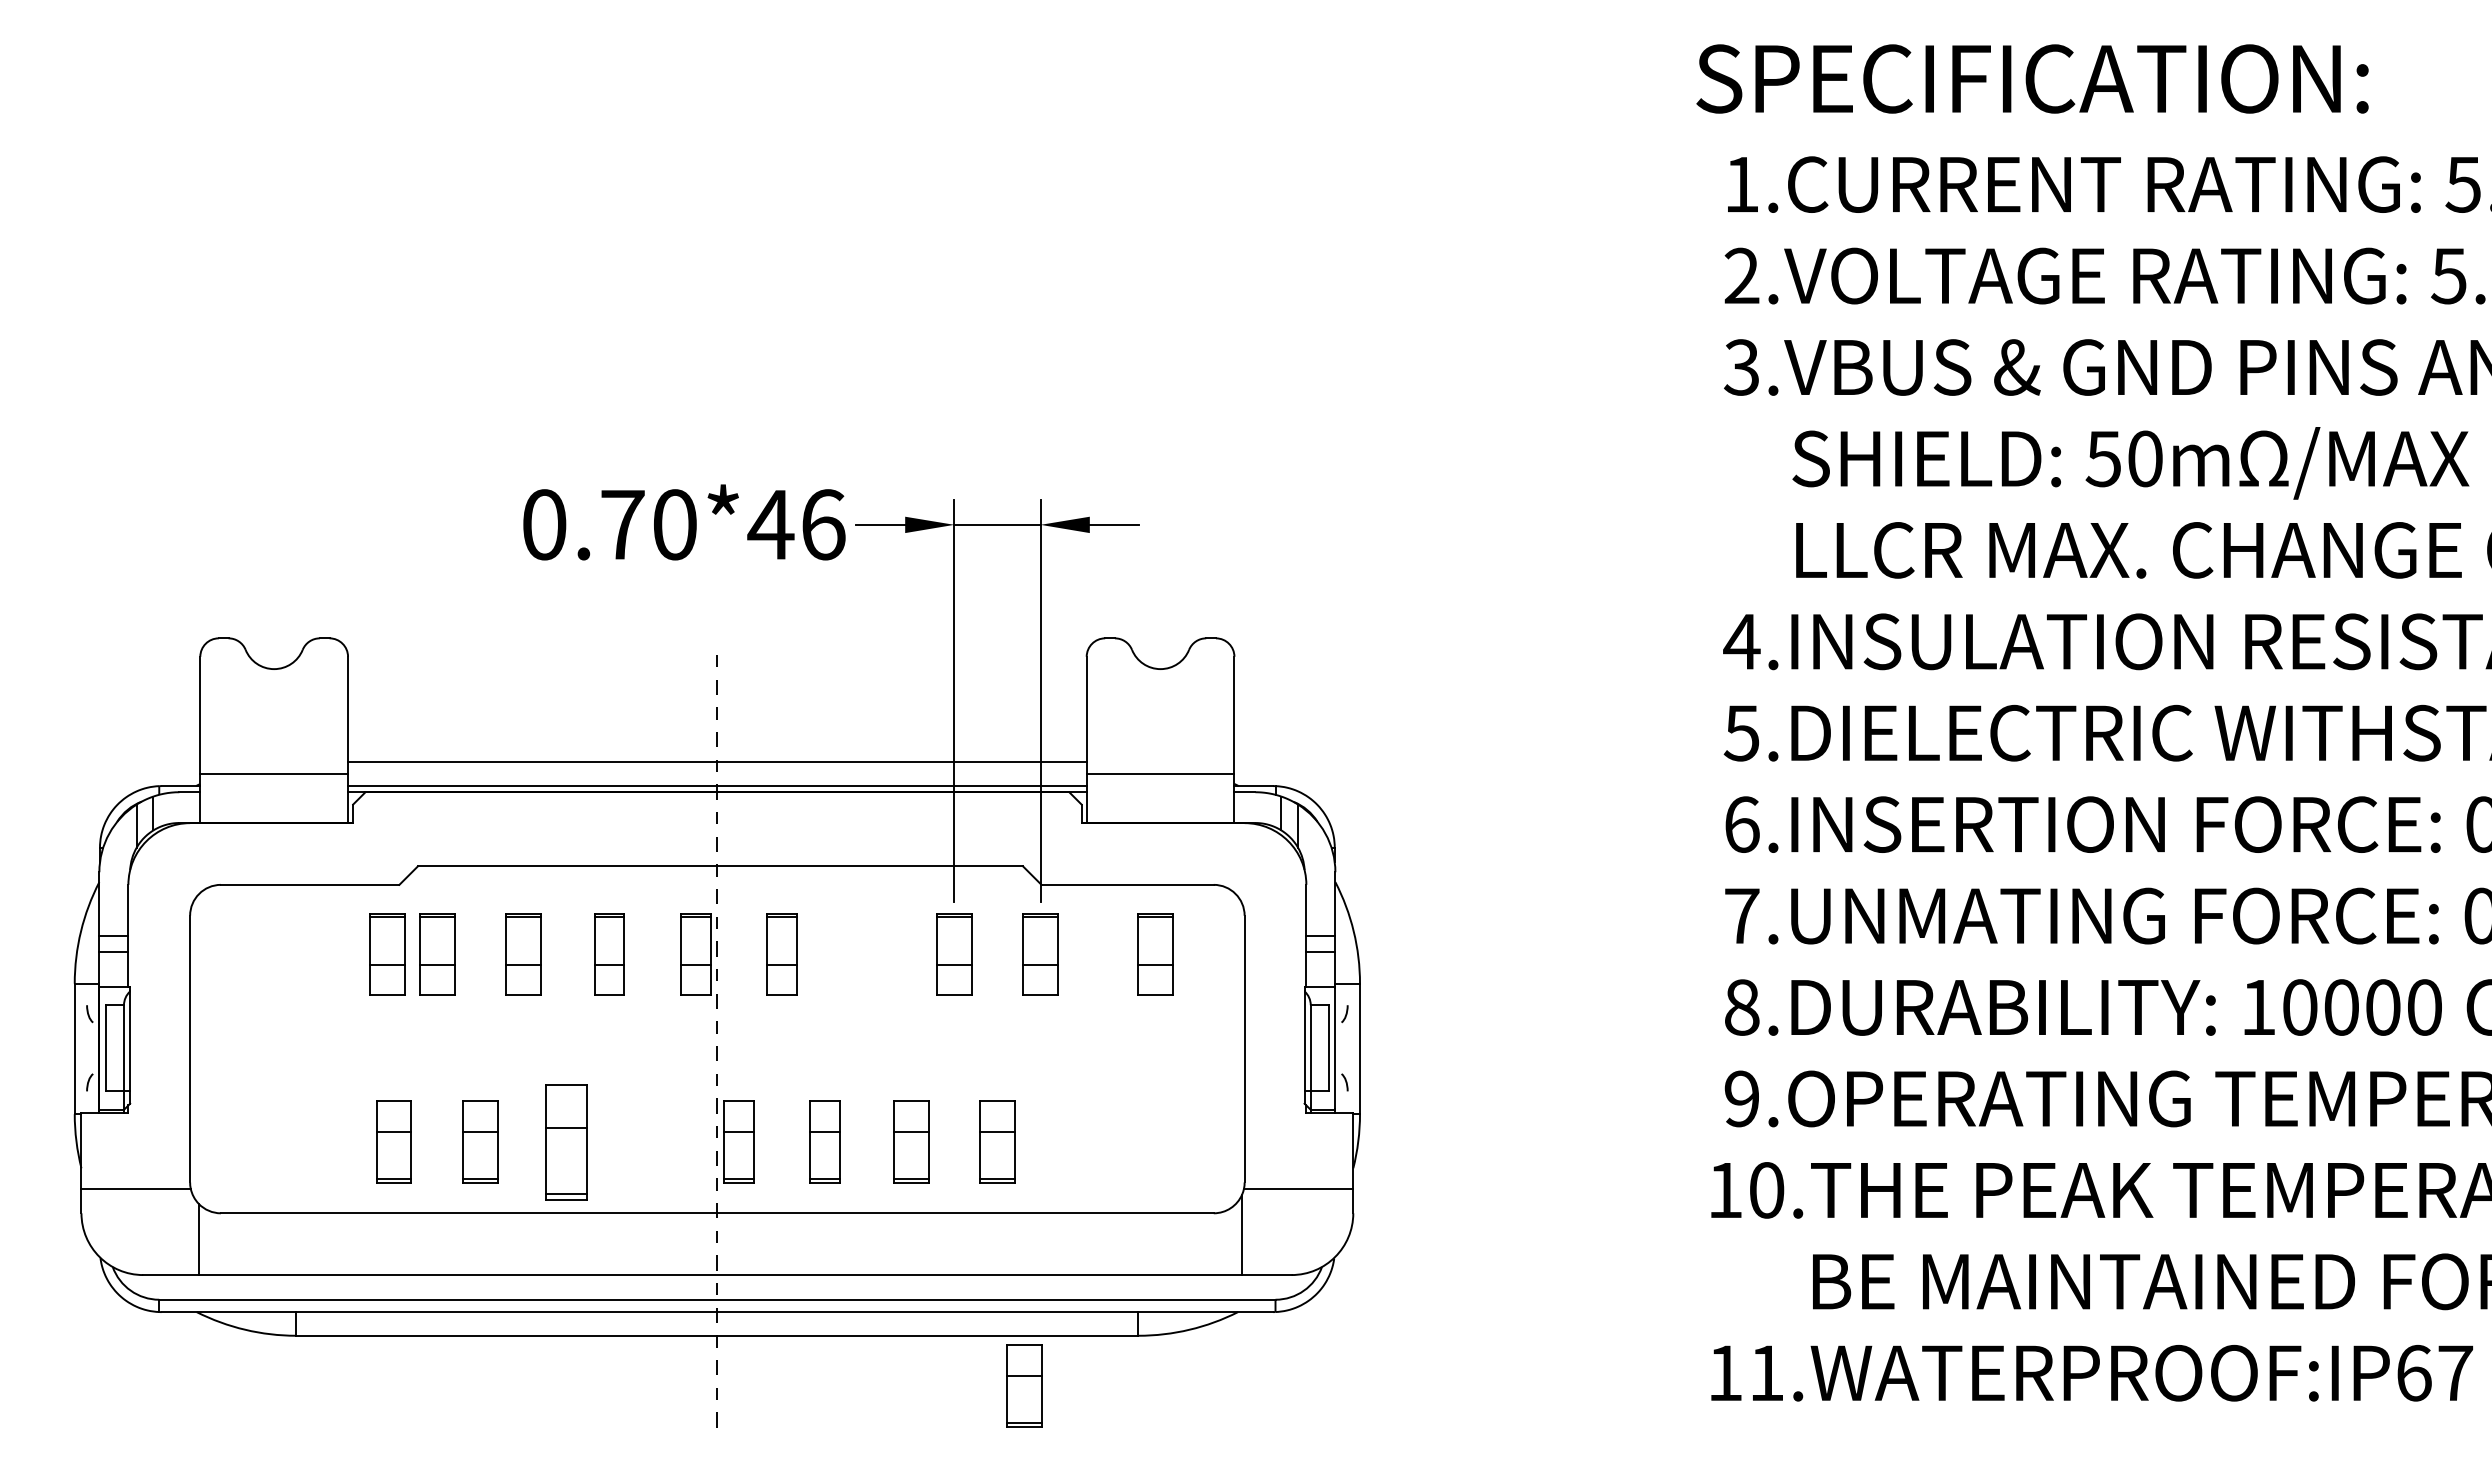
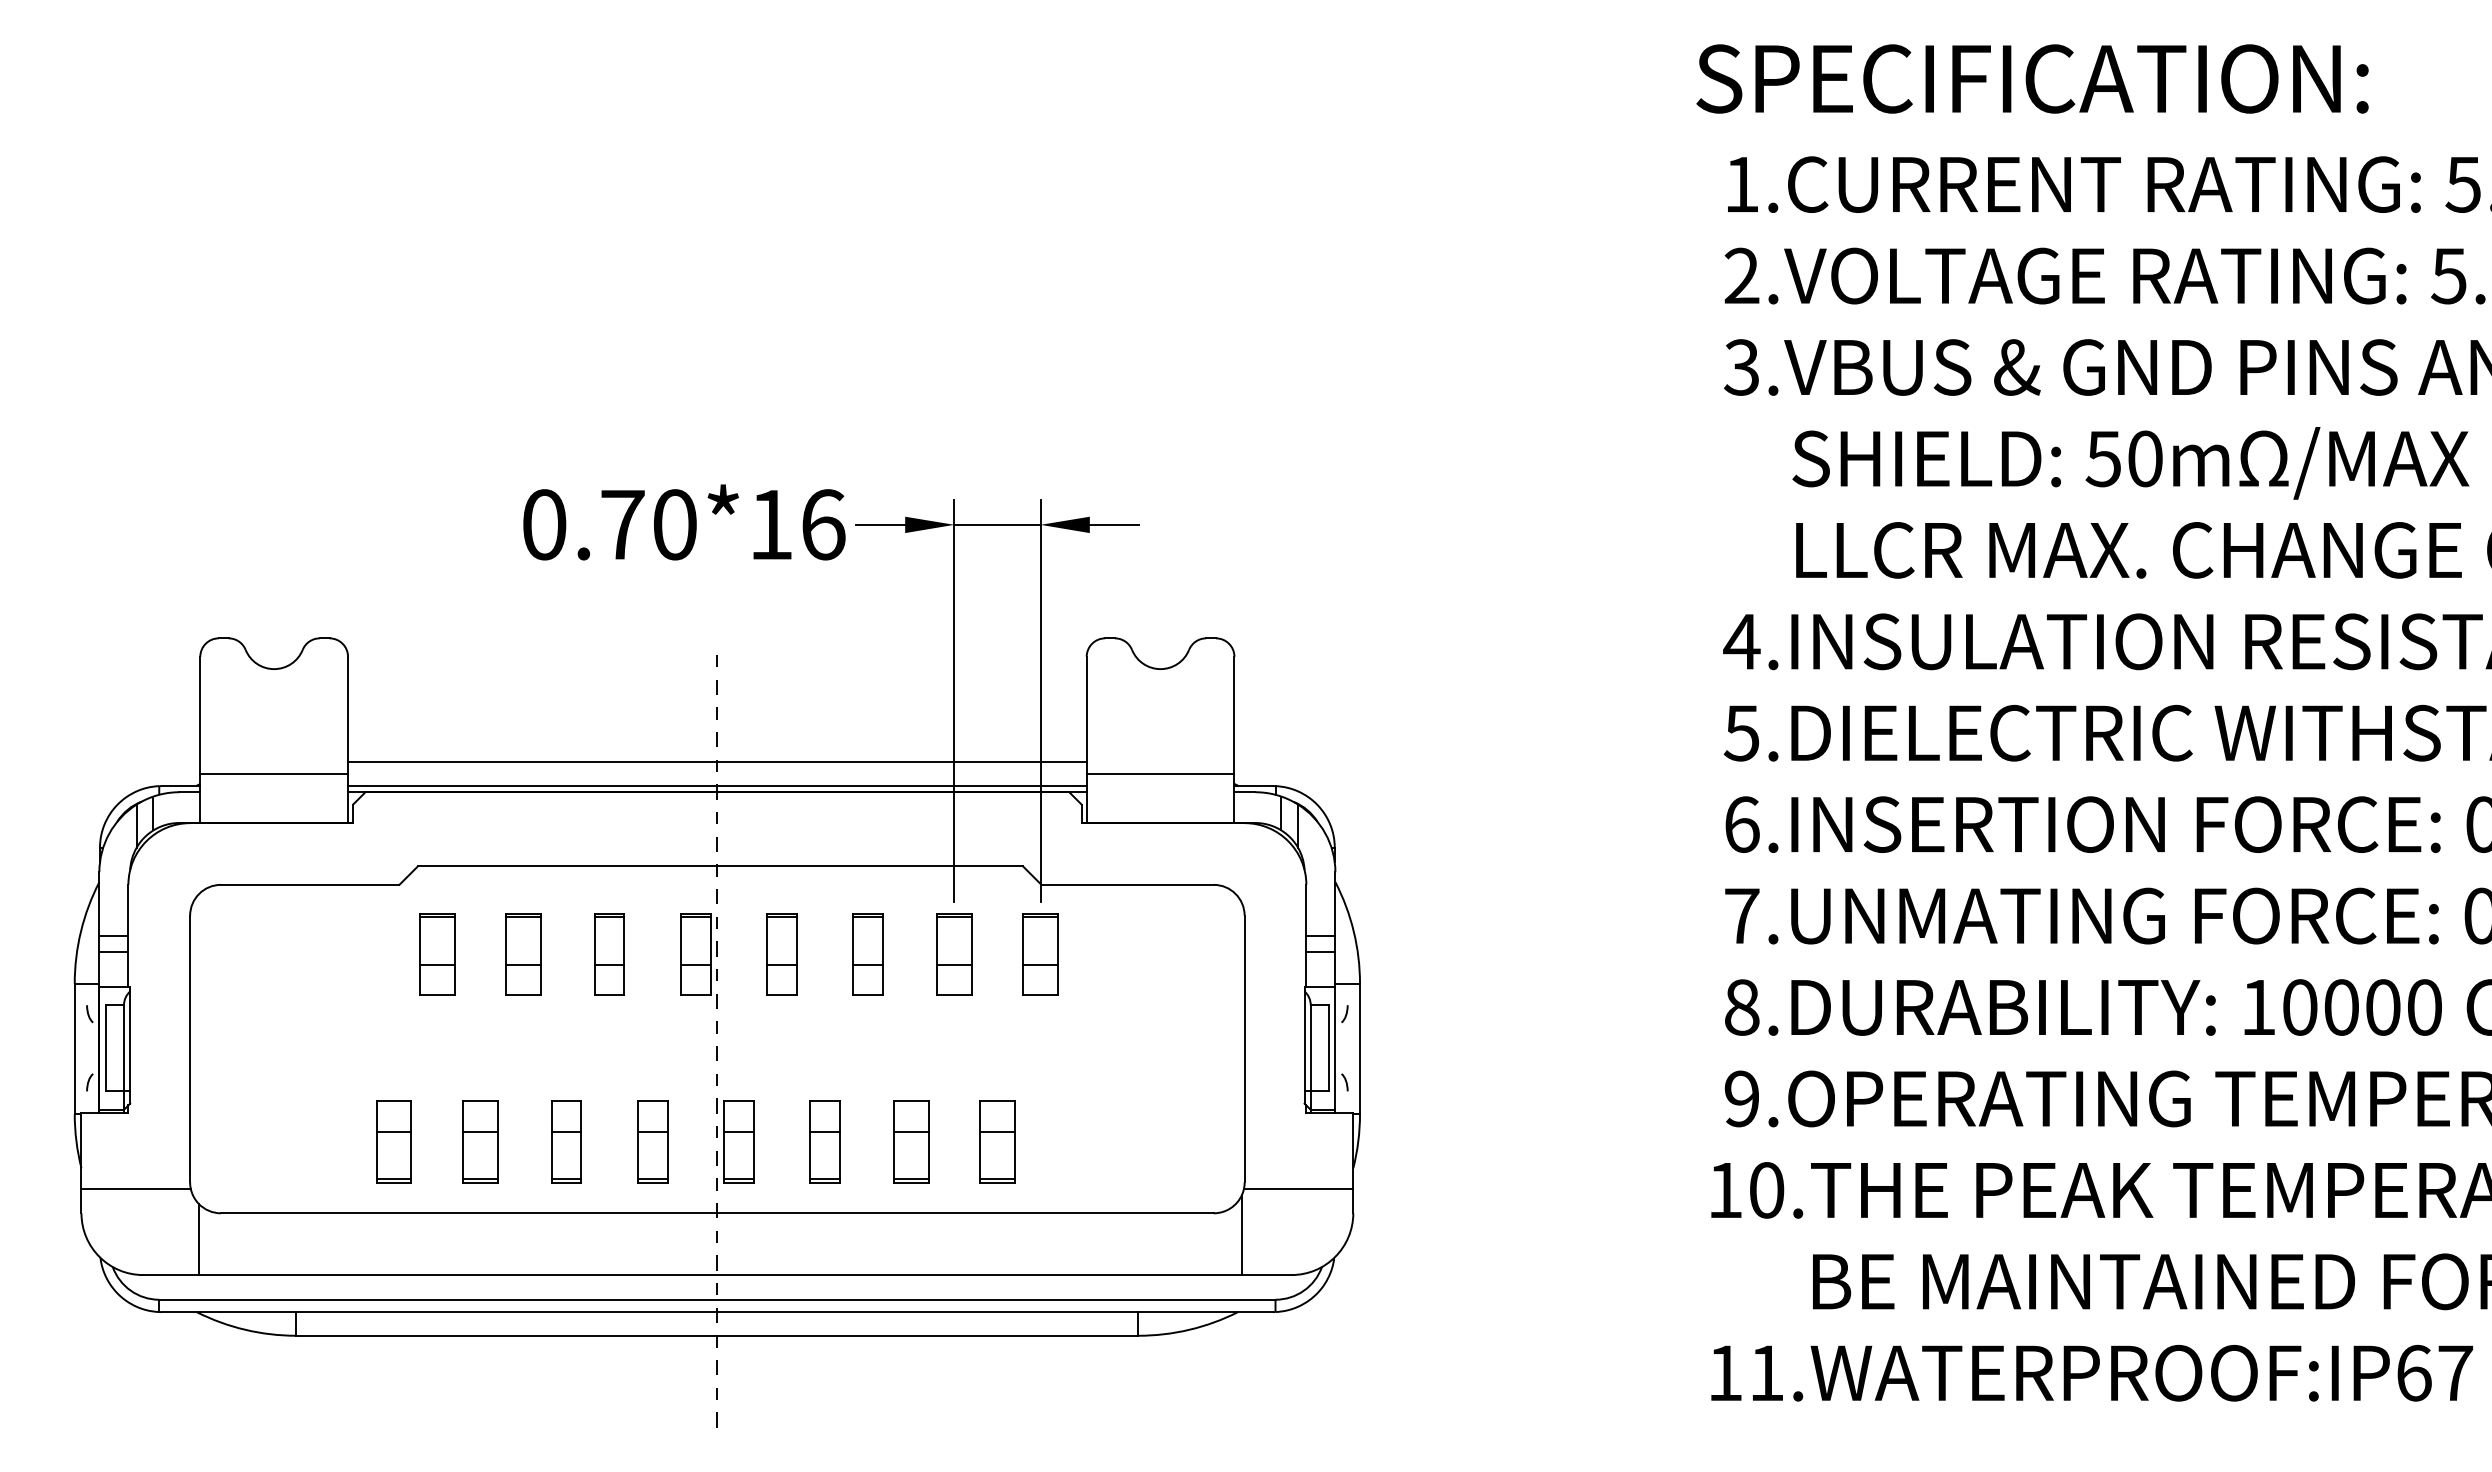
text at (770, 524): 0.70*46 -> 0.70*16
part at (387, 954): present -> none
part at (867, 954): none -> present
part at (1155, 954): present -> none
part at (652, 1141): none -> present
part at (566, 1142) size: 43x117 px -> 31x84 px
part at (1024, 1385): present -> none
